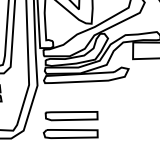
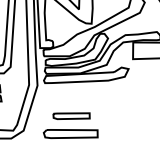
part at (71, 116) size: 55x11 px -> 39x8 px
